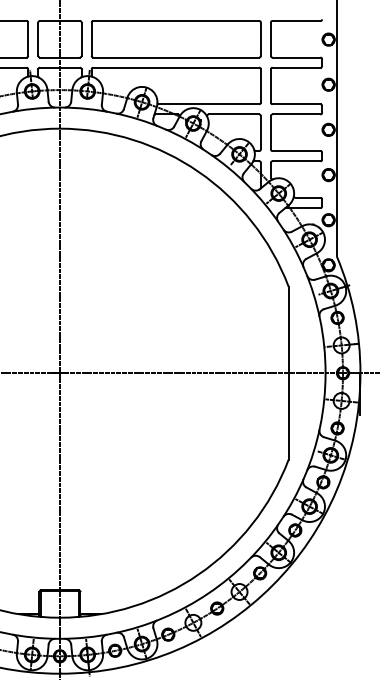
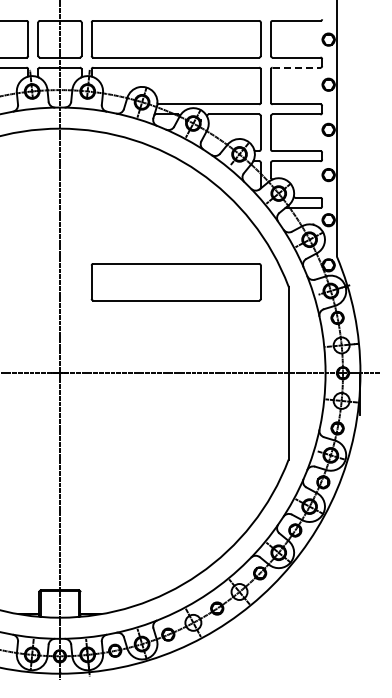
line at (296, 67): solid -> dashed
part at (175, 282): none -> present
